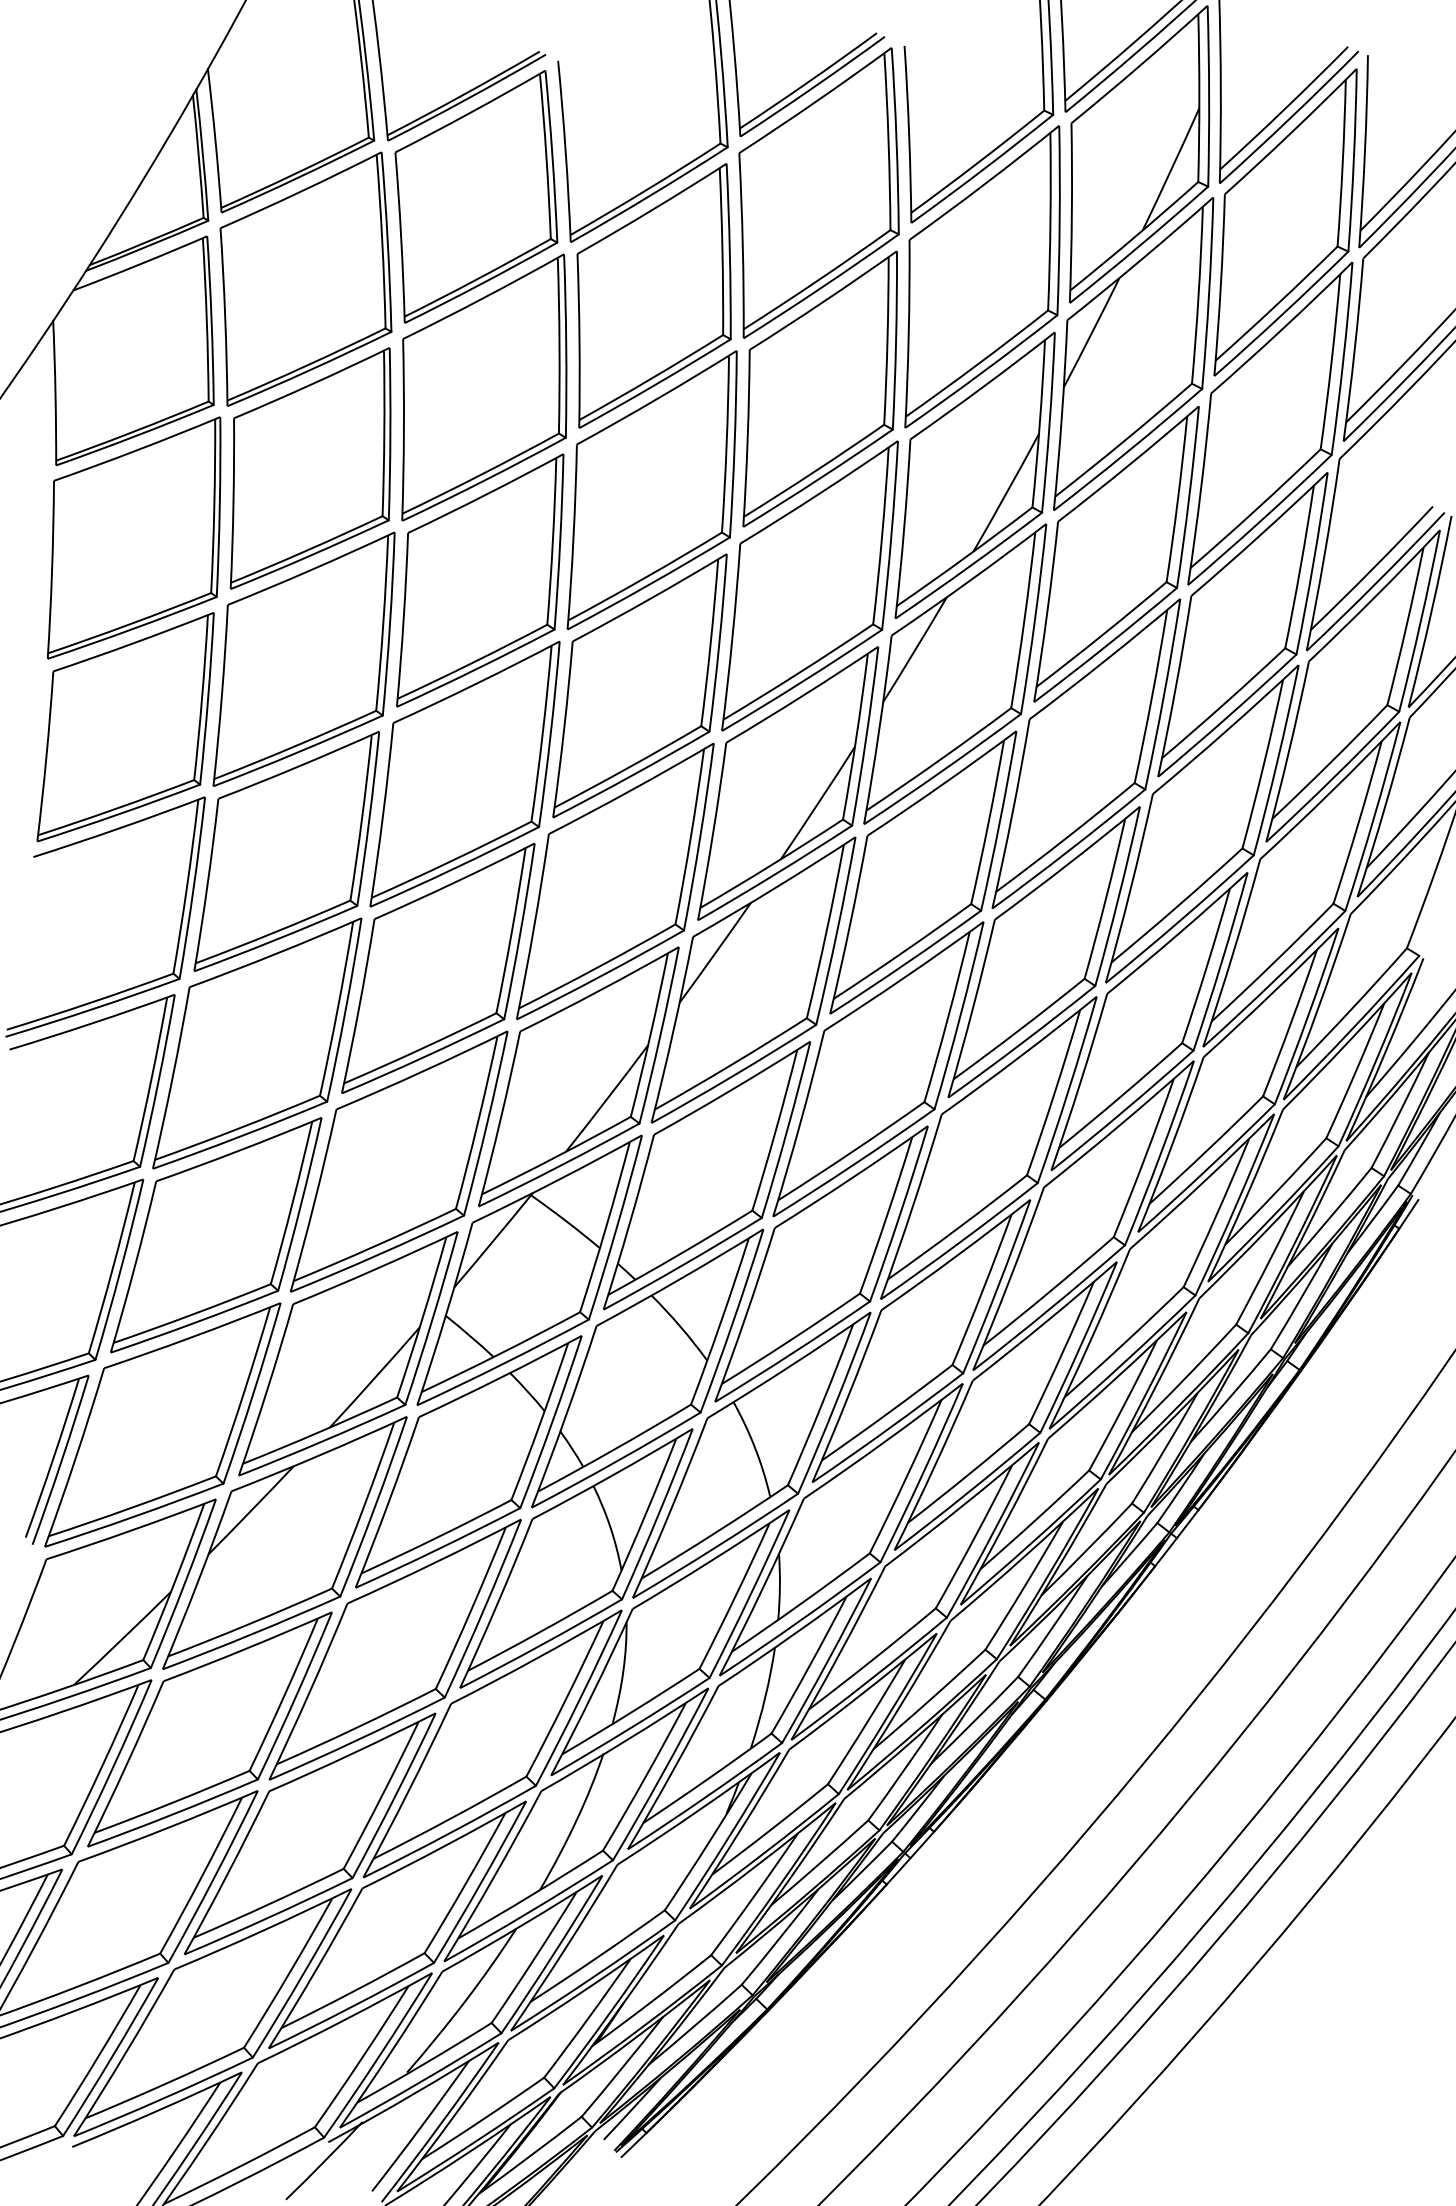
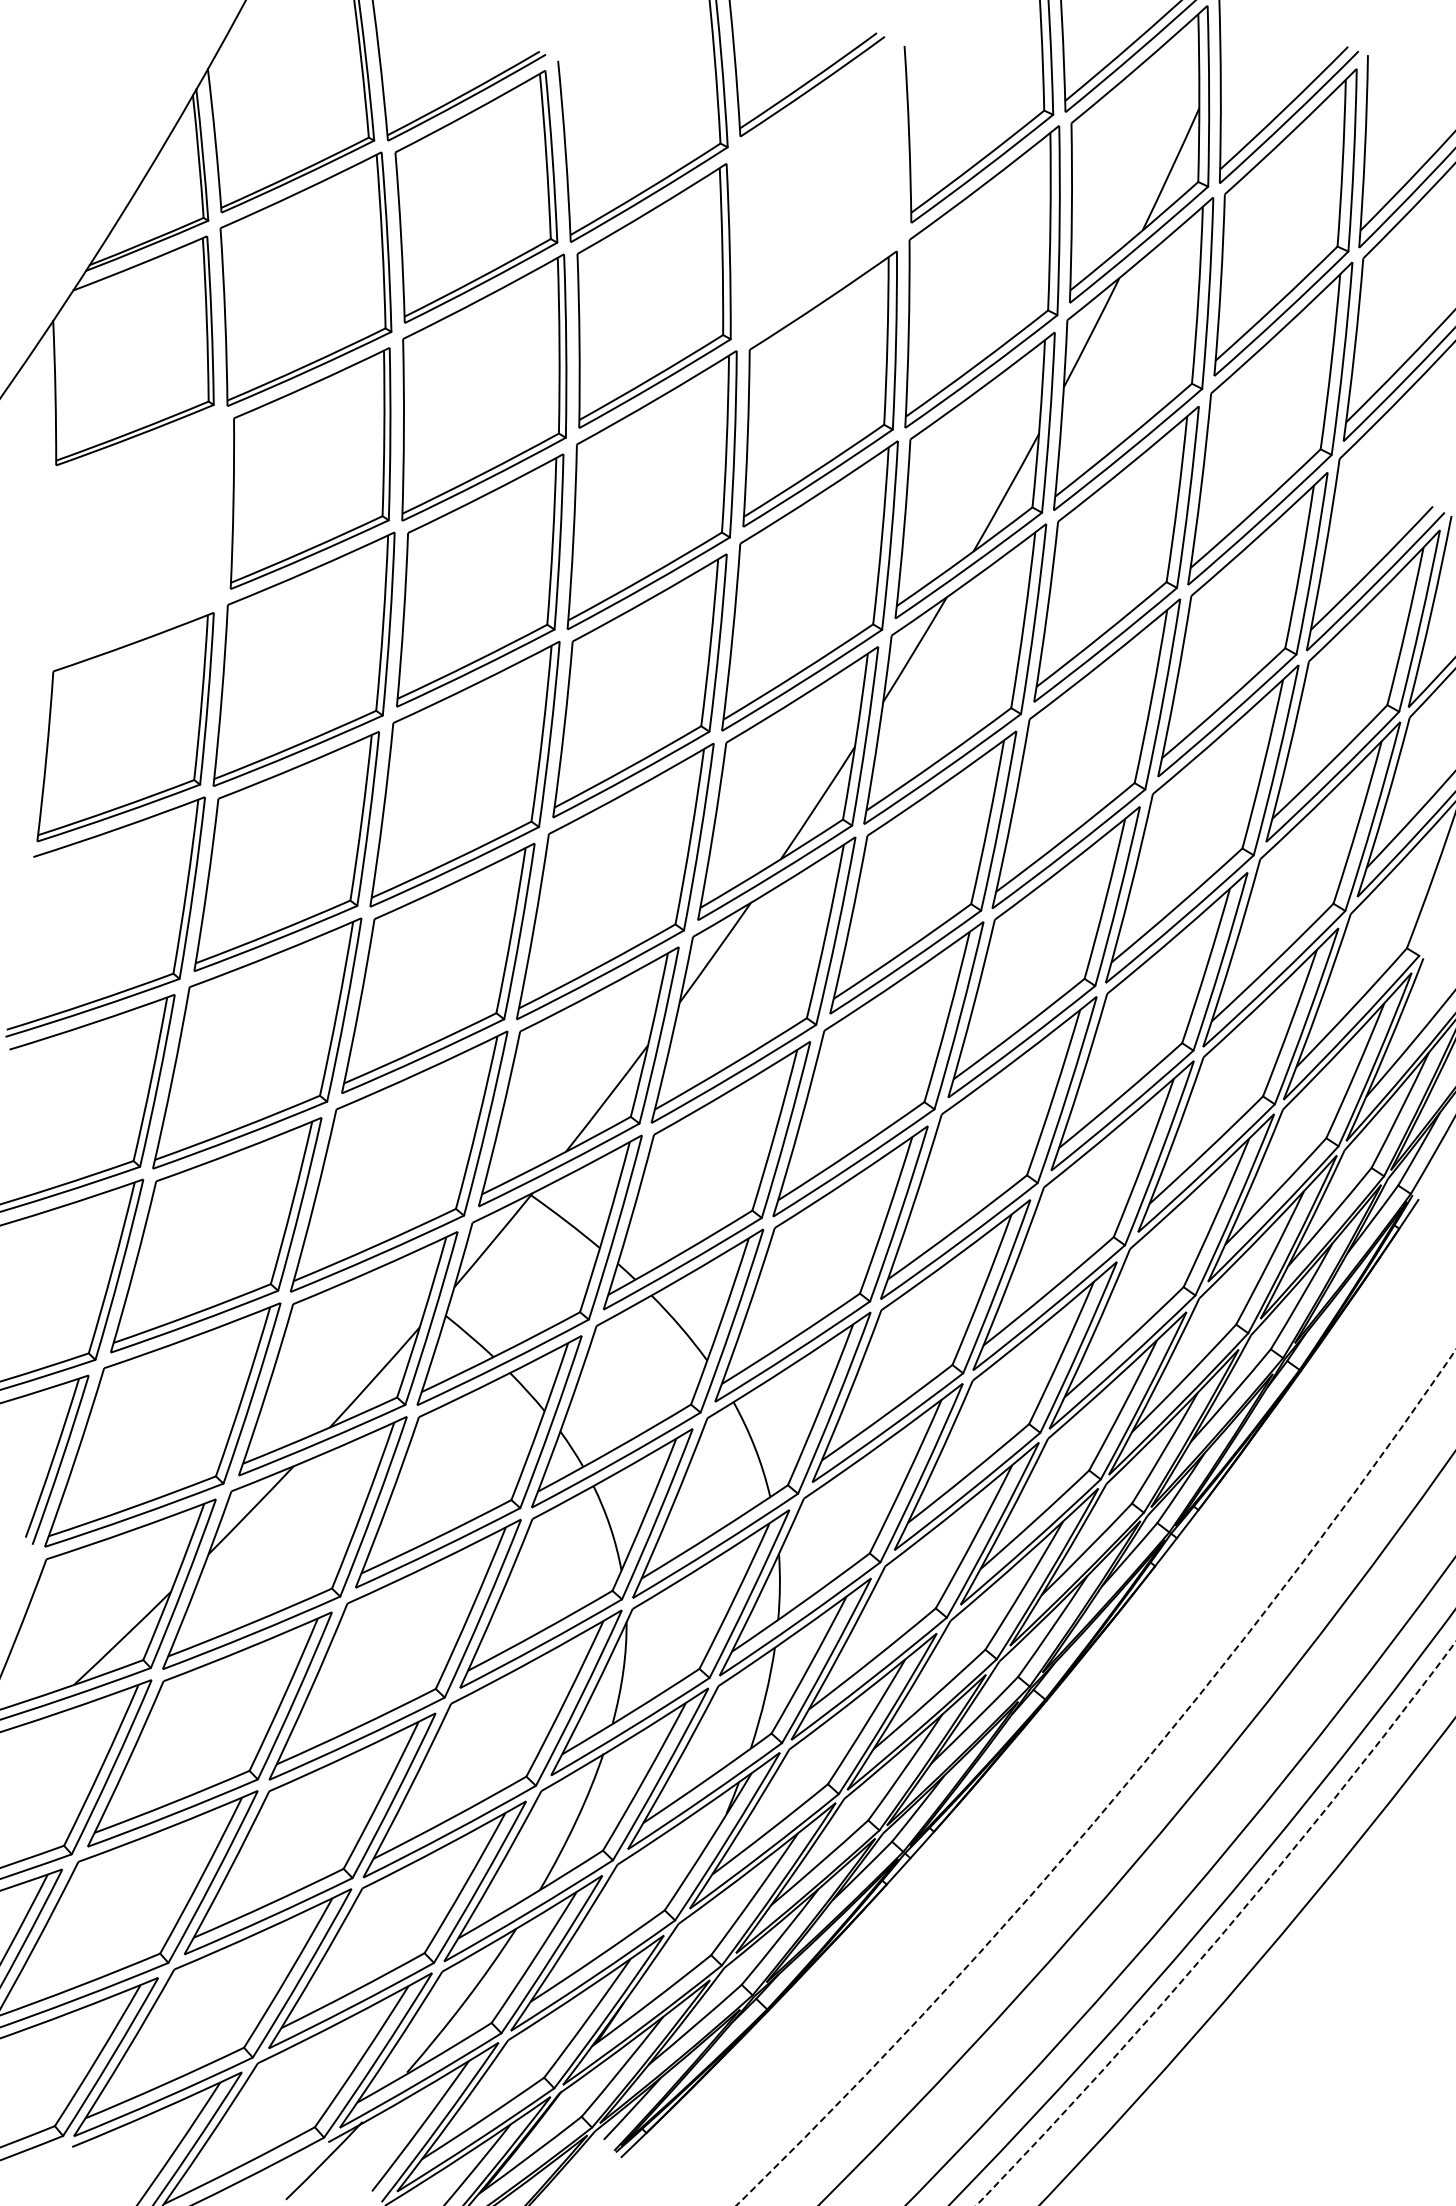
part at (818, 192): present -> none
part at (133, 537): present -> none
arc at (1115, 1796): solid -> dashed
arc at (1224, 1931): solid -> dashed
